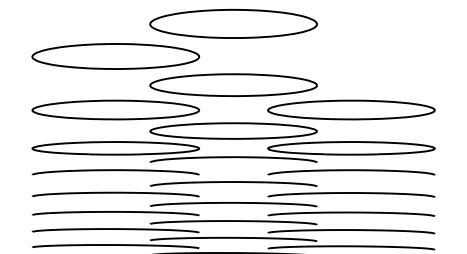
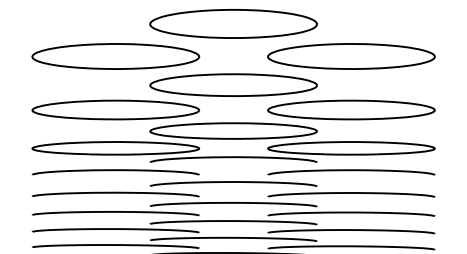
part at (351, 56): none -> present
